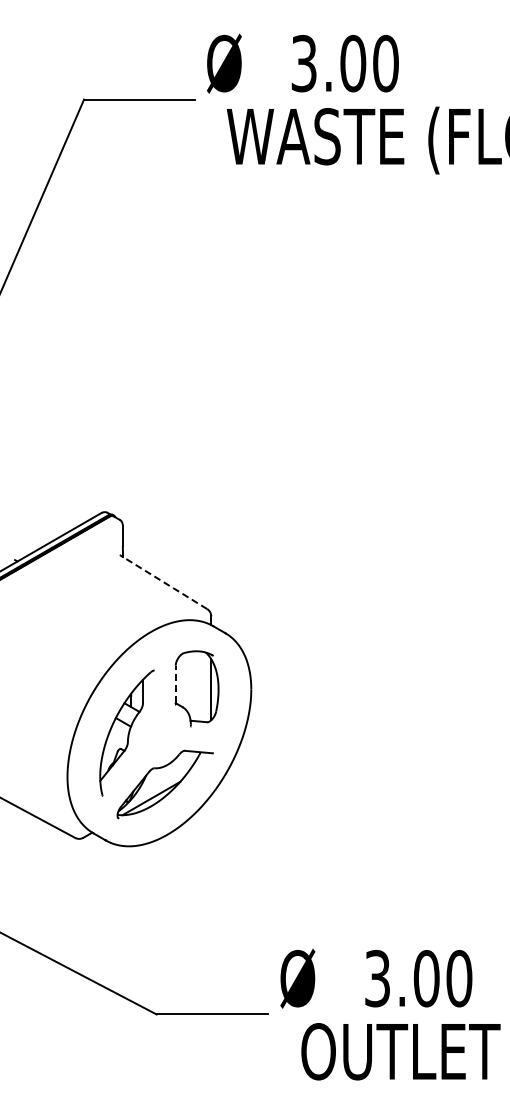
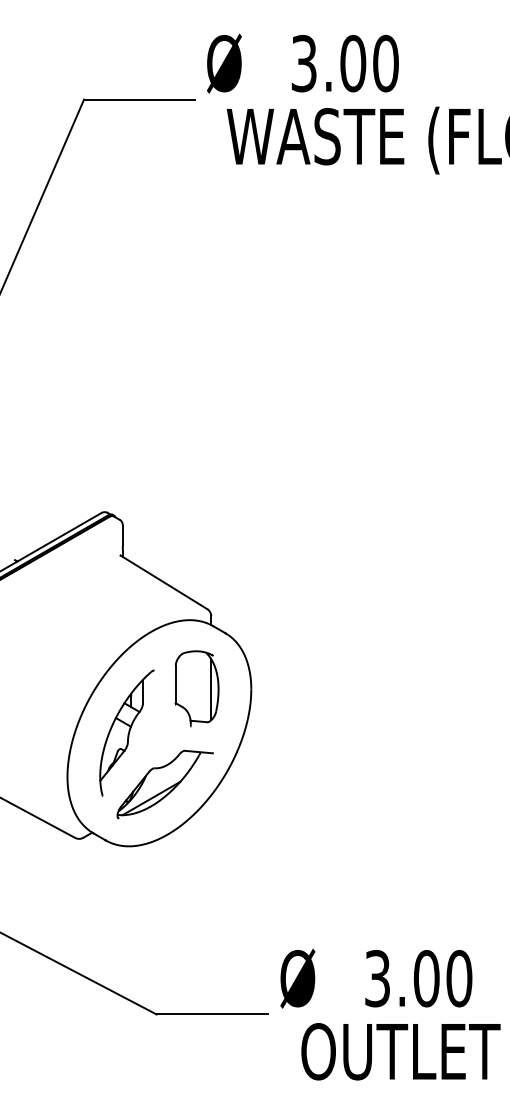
line at (163, 582): dashed -> solid
line at (175, 684): dashed -> solid
